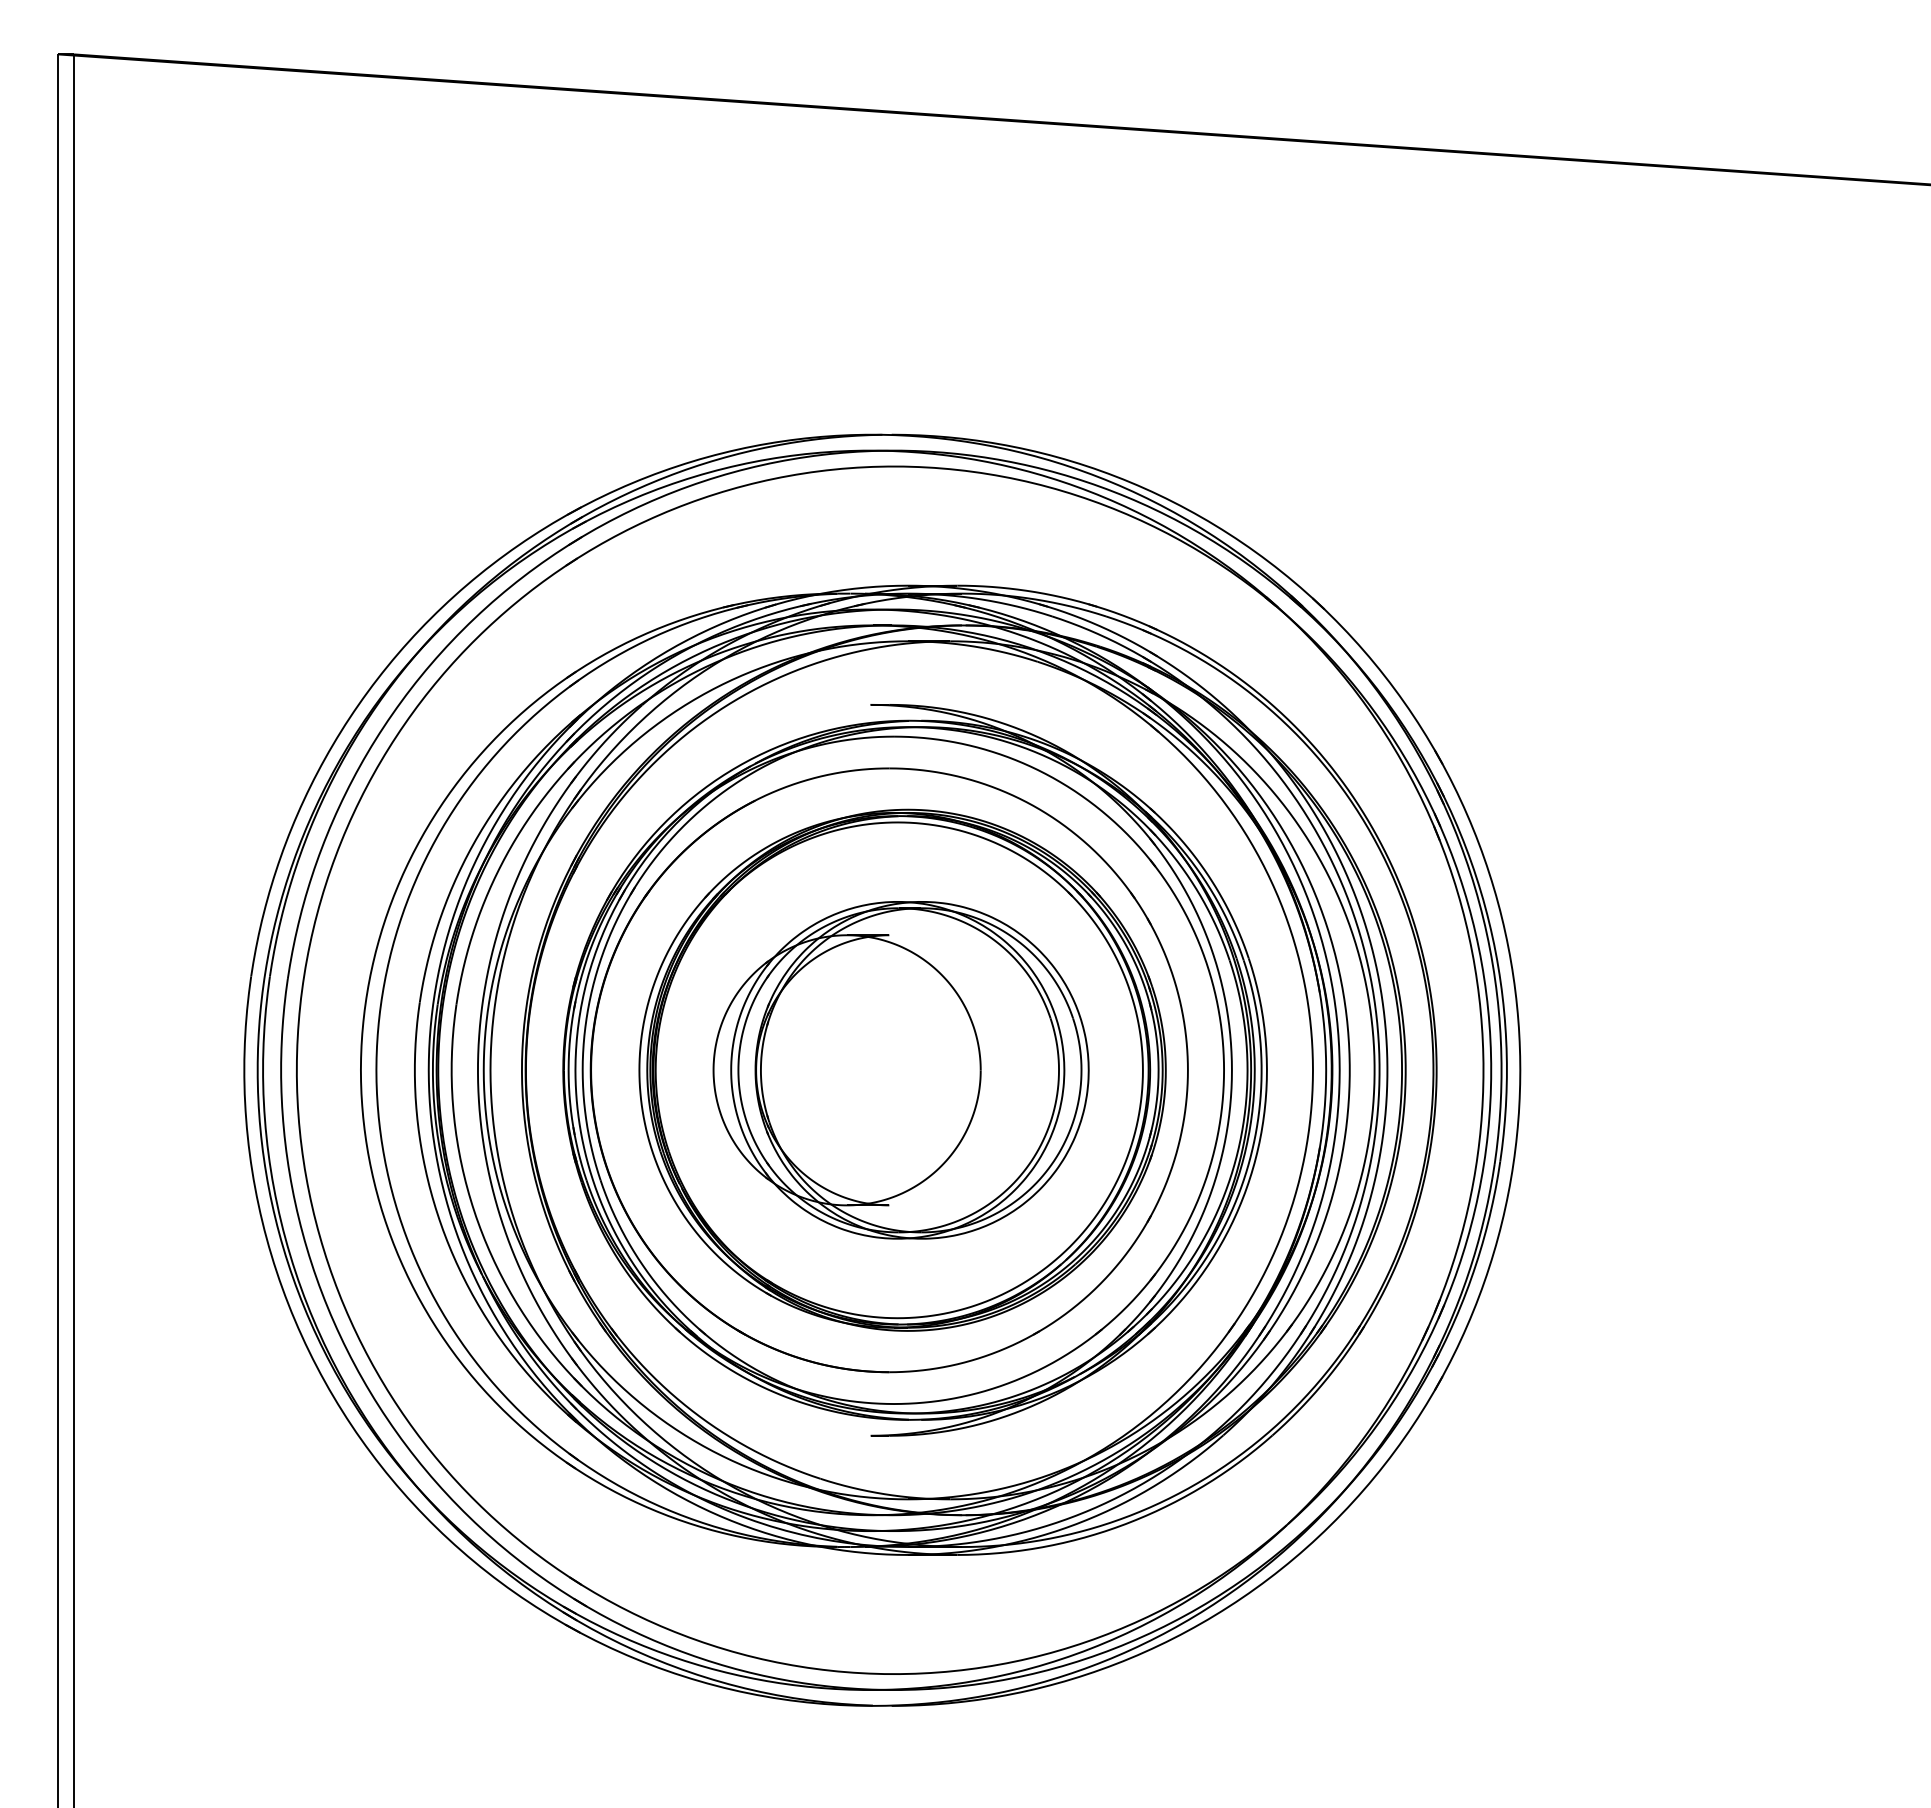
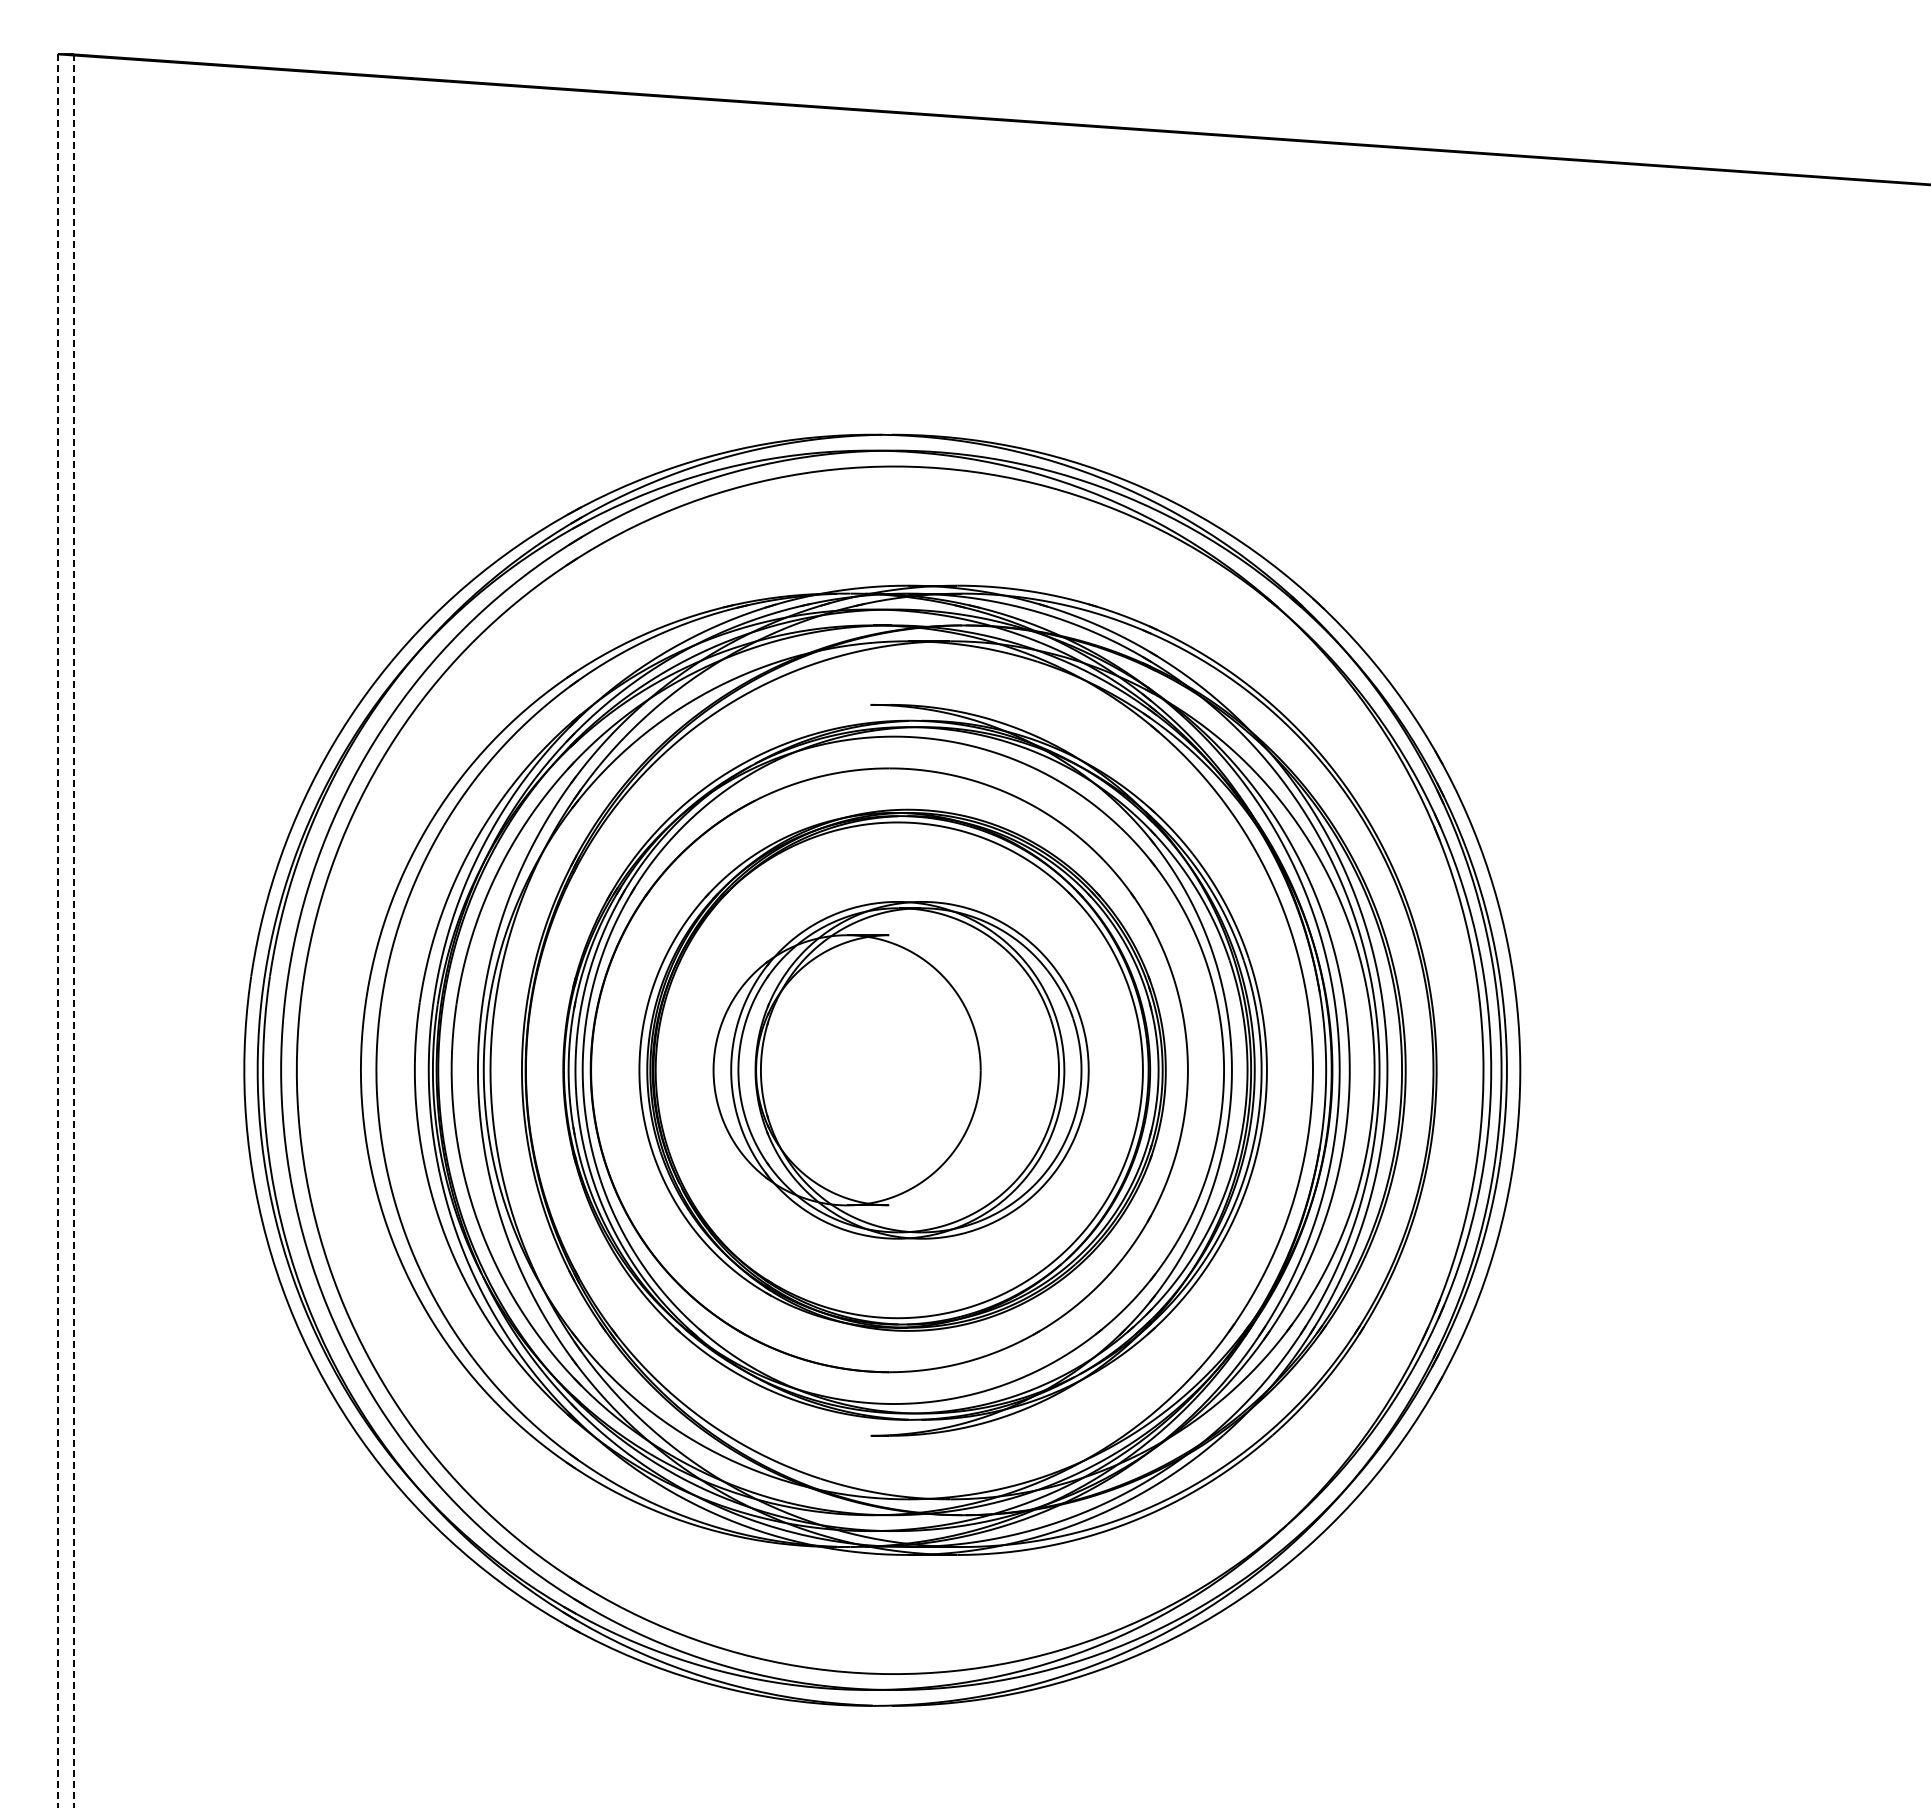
line at (57, 930): solid -> dashed
line at (74, 930): solid -> dashed
